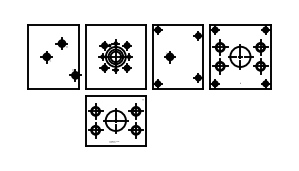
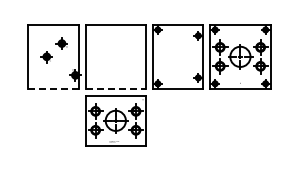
part at (115, 56): present -> none
part at (169, 57): present -> none
line at (54, 88): solid -> dashed
line at (116, 88): solid -> dashed
